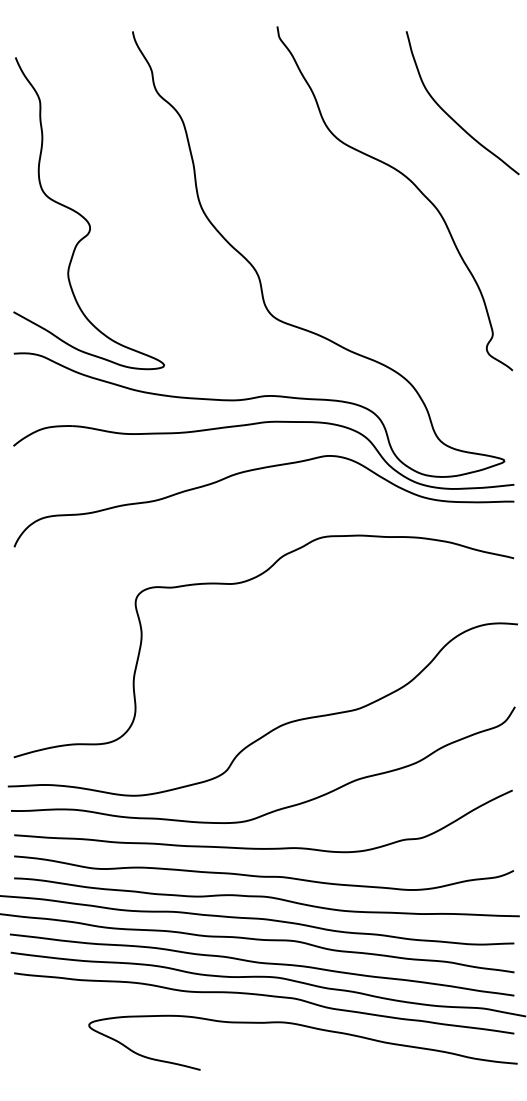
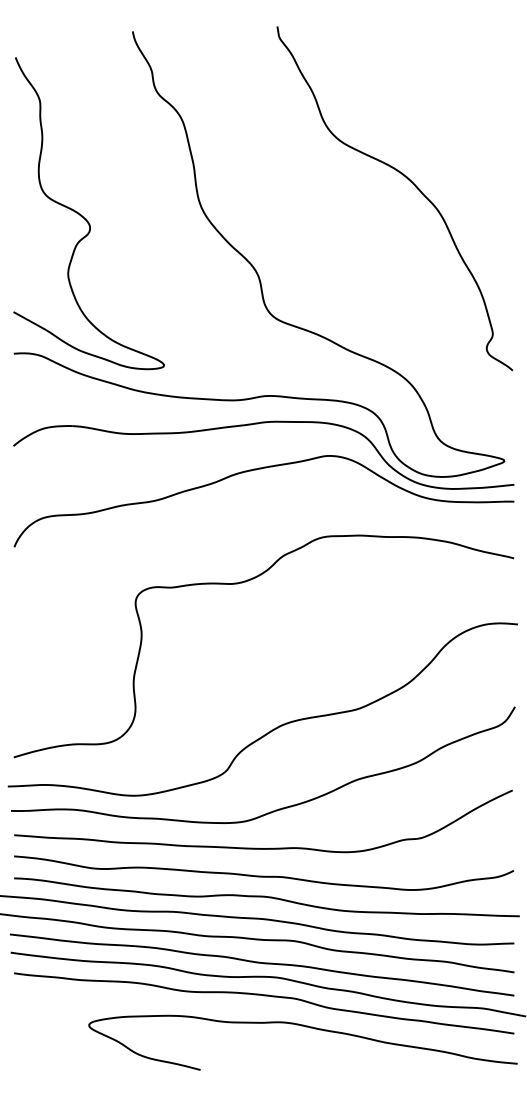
curve at (452, 117): present -> none
